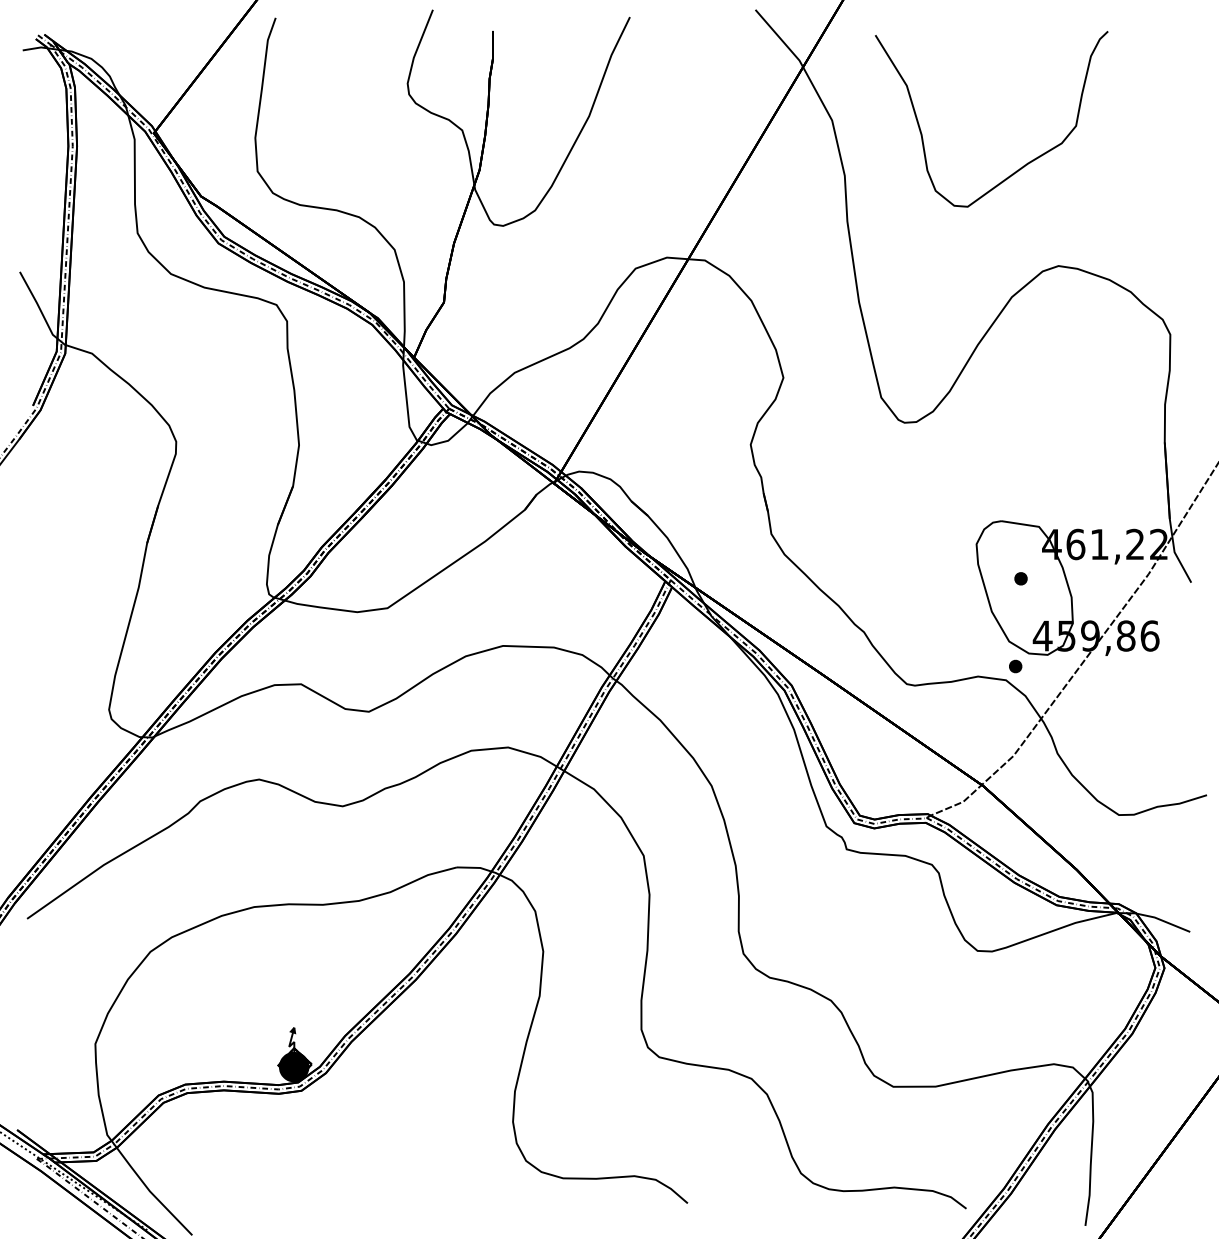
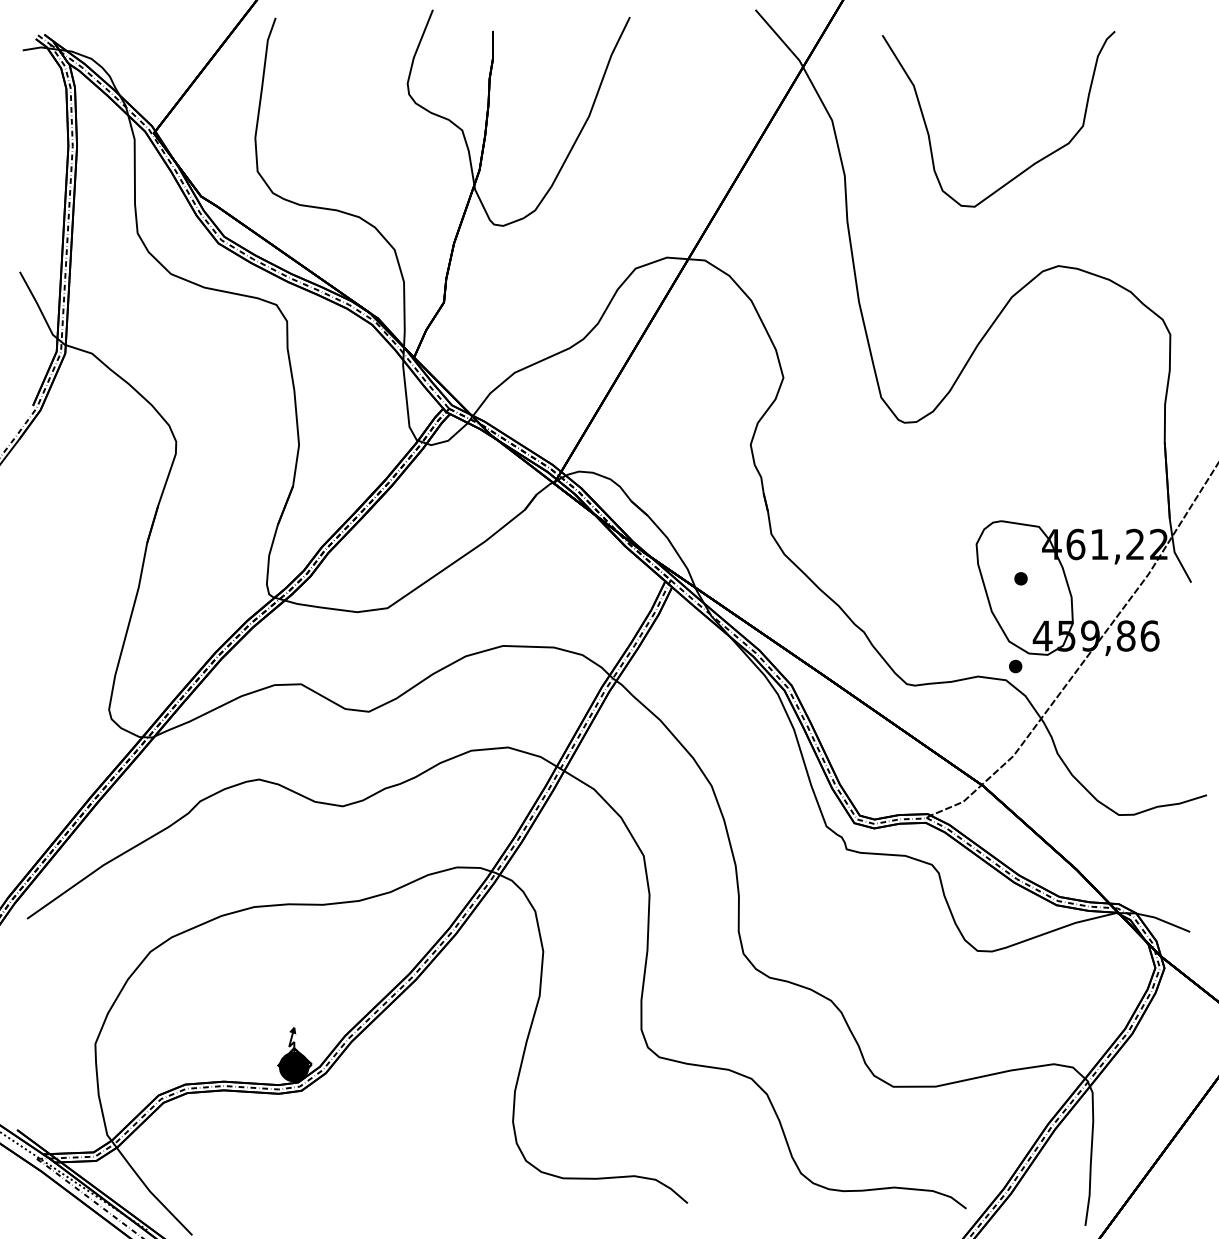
curve at (1023, 165) position: (1023, 165) -> (1030, 165)
